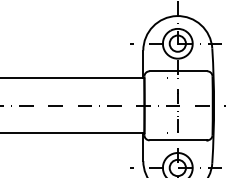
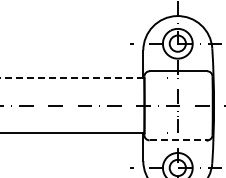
line at (72, 78): solid -> dashed
line at (178, 140): solid -> dashed
